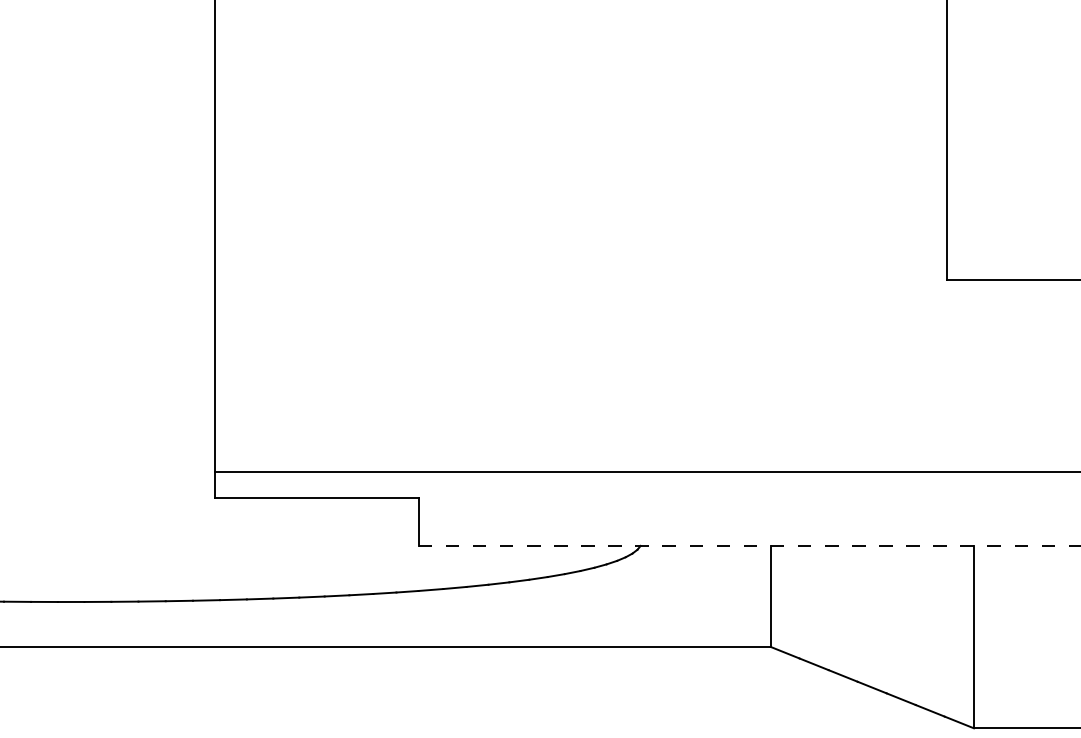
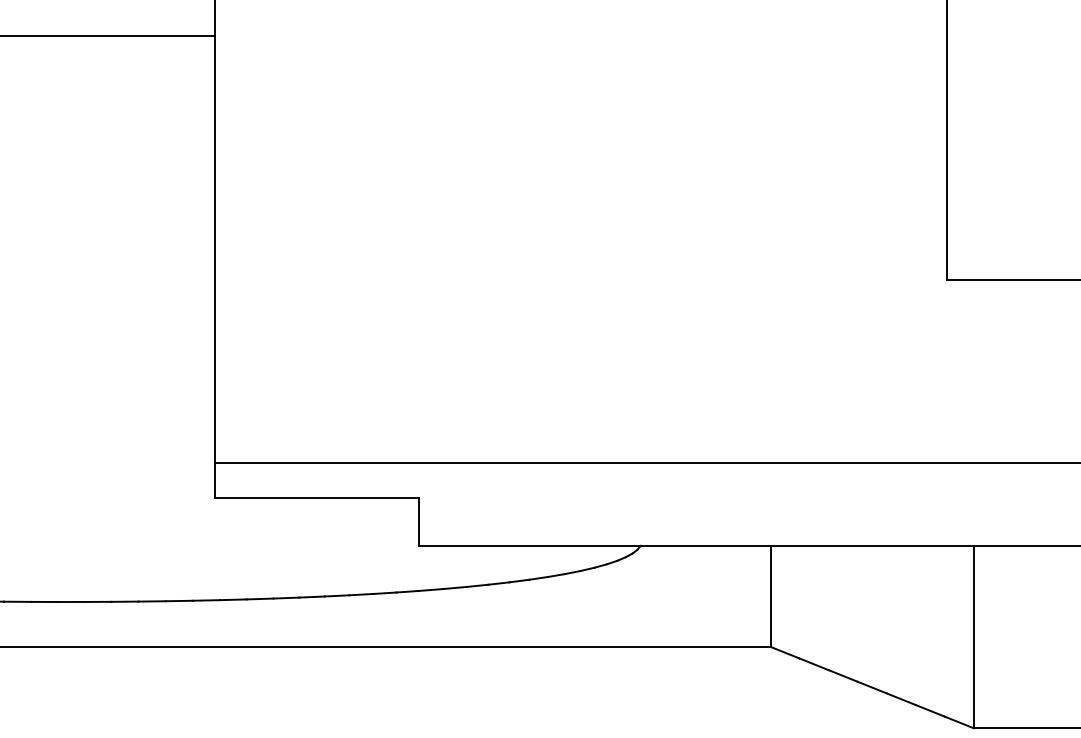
line at (108, 36): none -> present
line at (646, 471) position: (646, 471) -> (646, 462)
line at (749, 545): dashed -> solid
